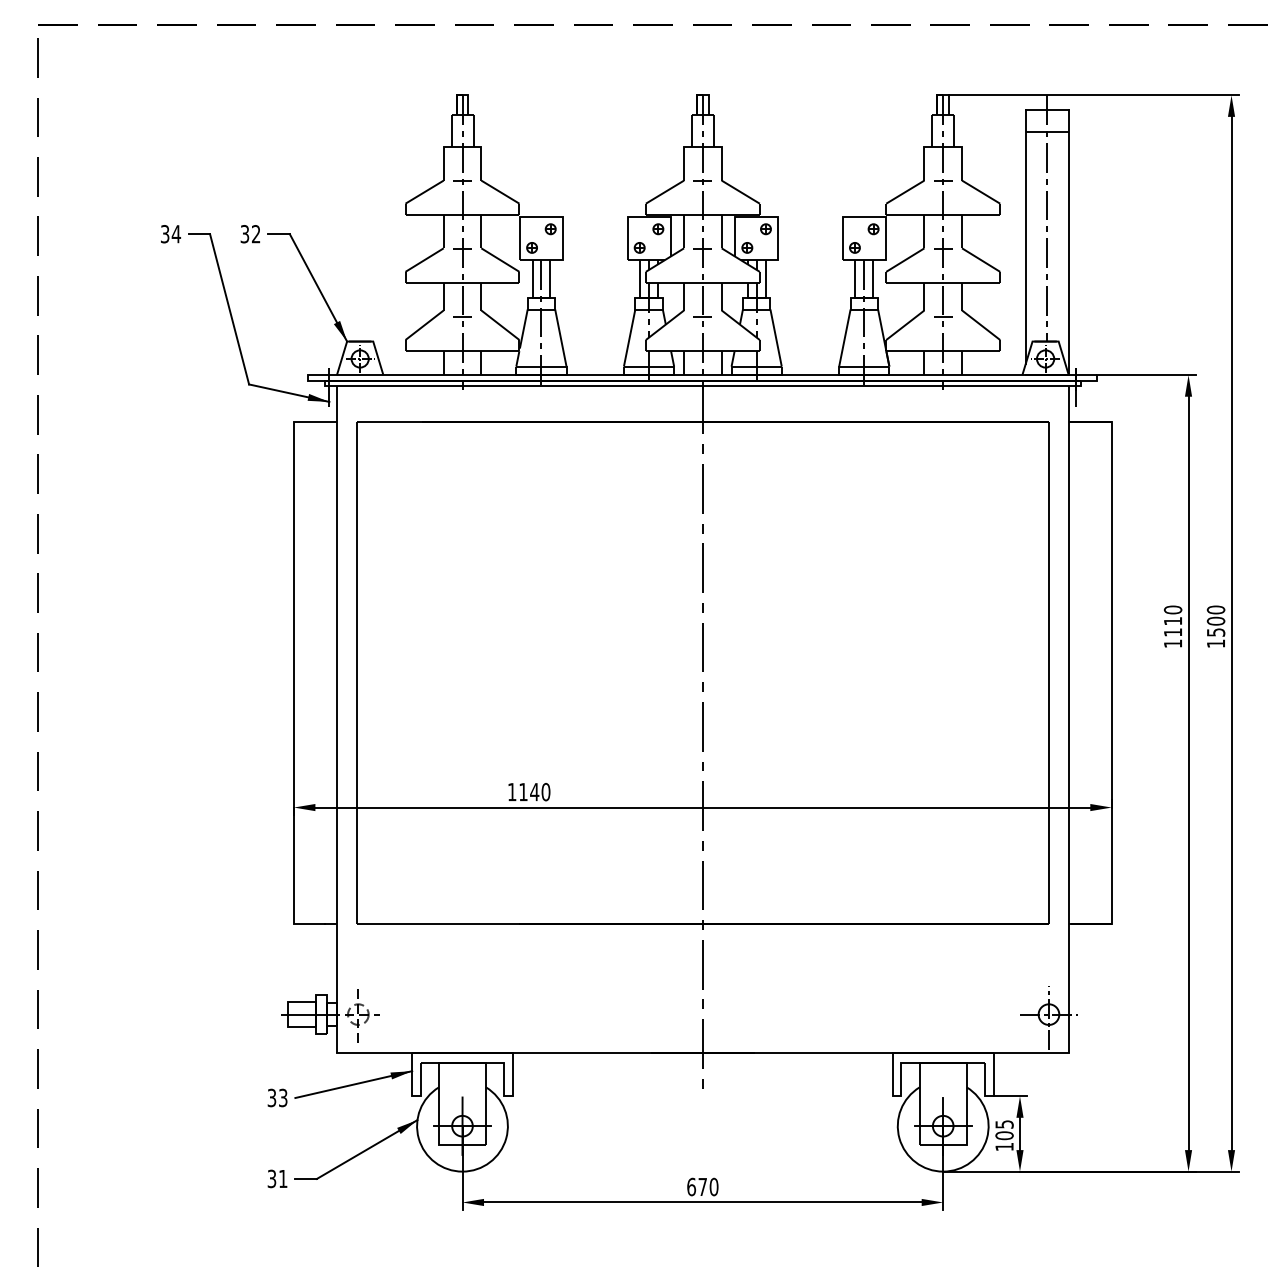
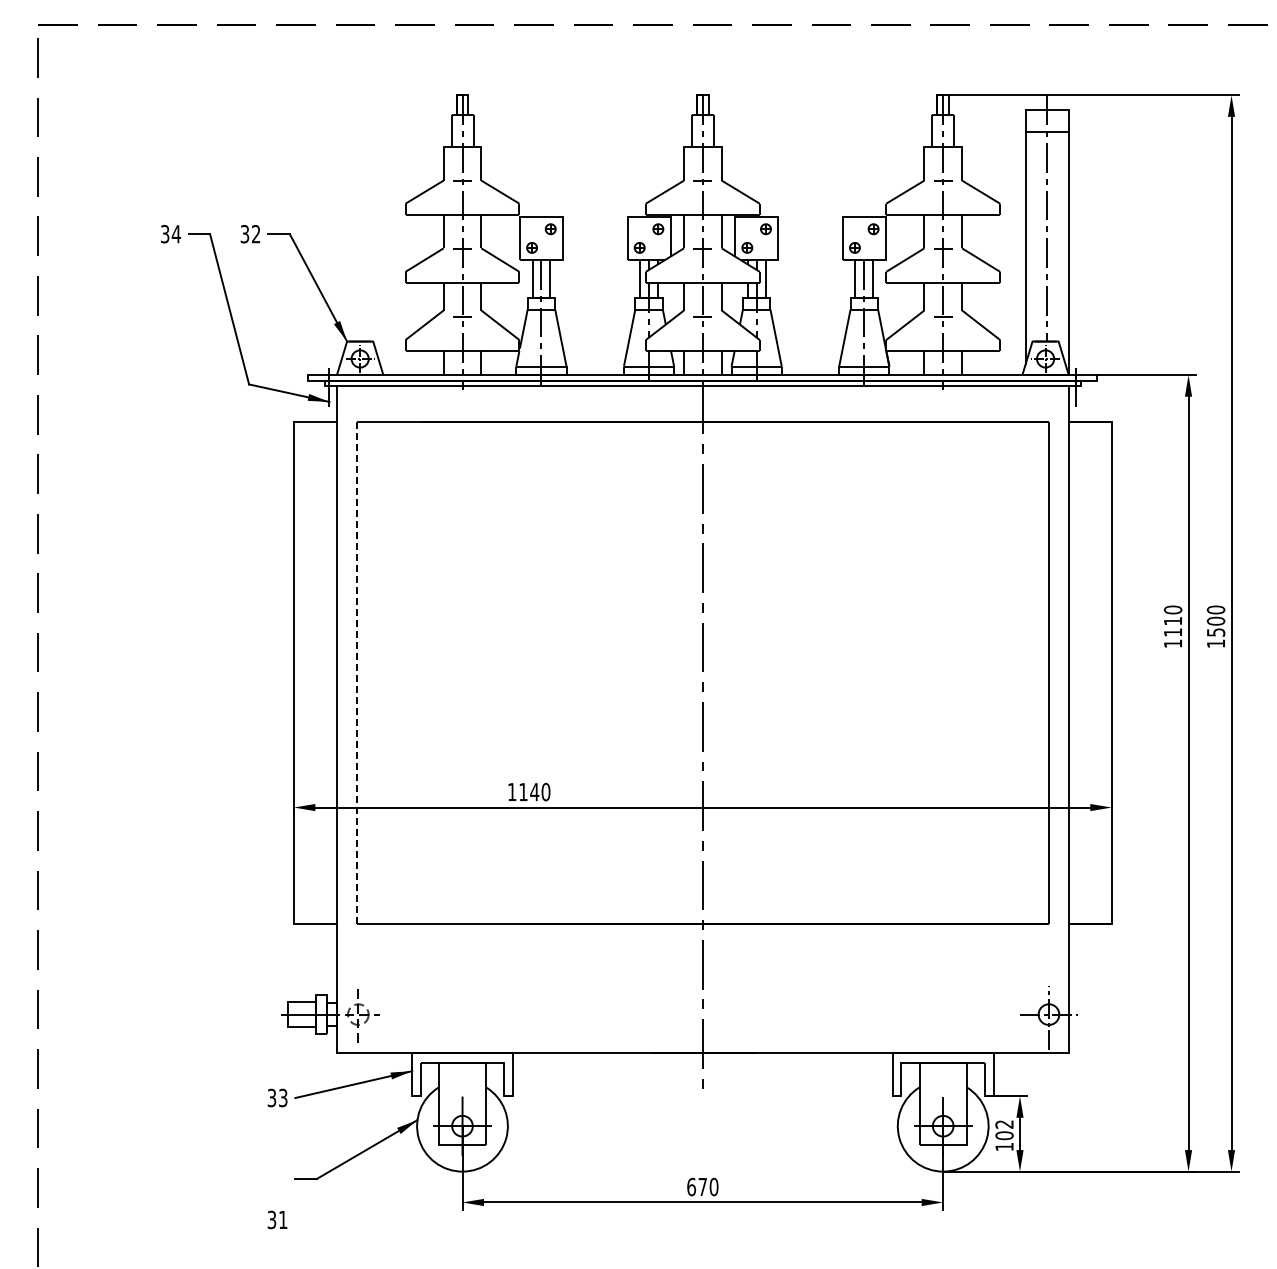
line at (356, 673): solid -> dashed
text at (1004, 1124): 105 -> 102
text at (277, 1178) position: (277, 1178) -> (277, 1219)
